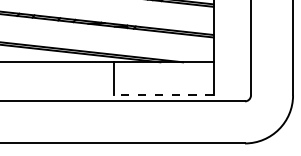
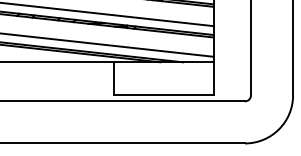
line at (107, 14): none -> present
line at (107, 44): none -> present
line at (163, 95): dashed -> solid
